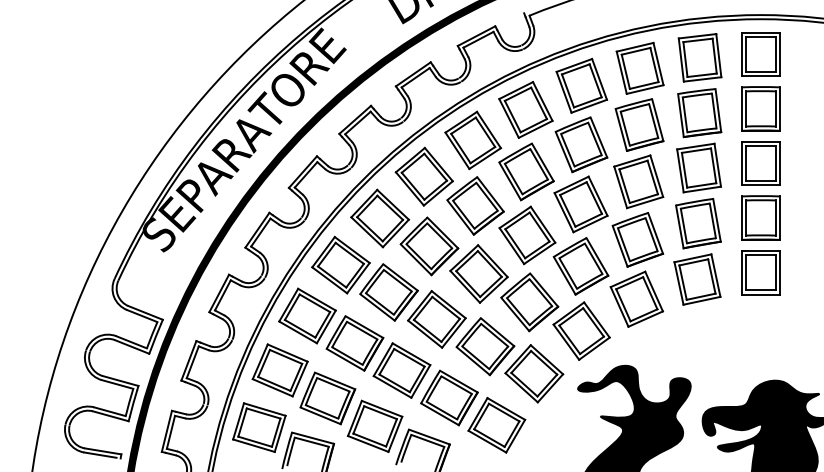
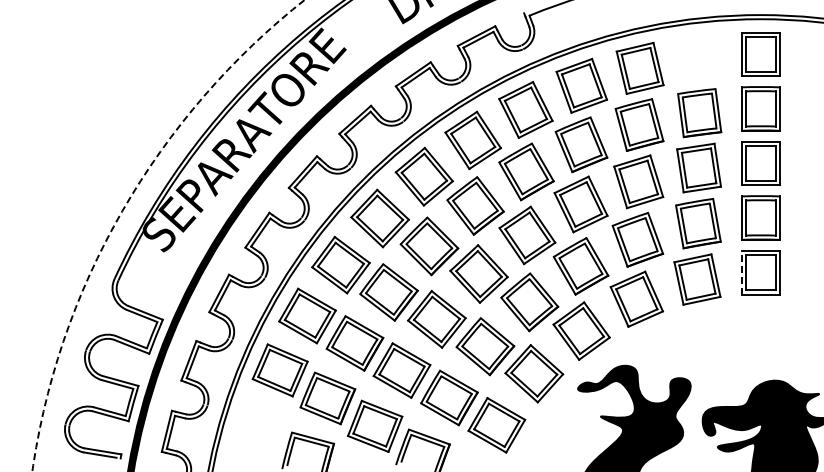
part at (699, 57): present -> none
circle at (168, 235): solid -> dashed
line at (741, 272): solid -> dashed
part at (259, 427): present -> none
